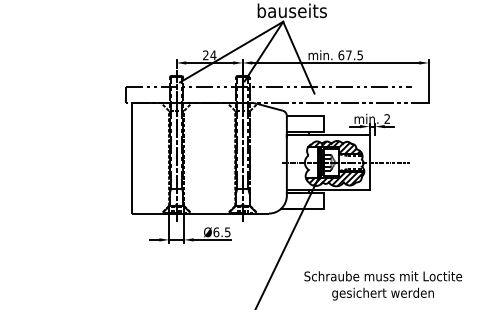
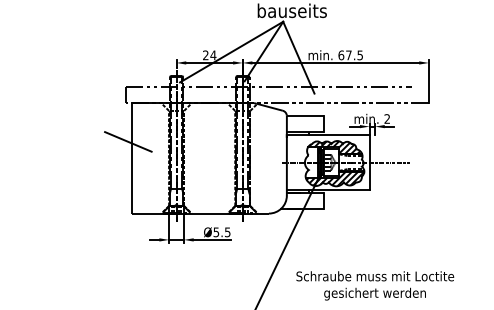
line at (128, 141): none -> present
text at (216, 232): Ø6.5 -> Ø5.5
text at (383, 285) position: (383, 285) -> (375, 285)
